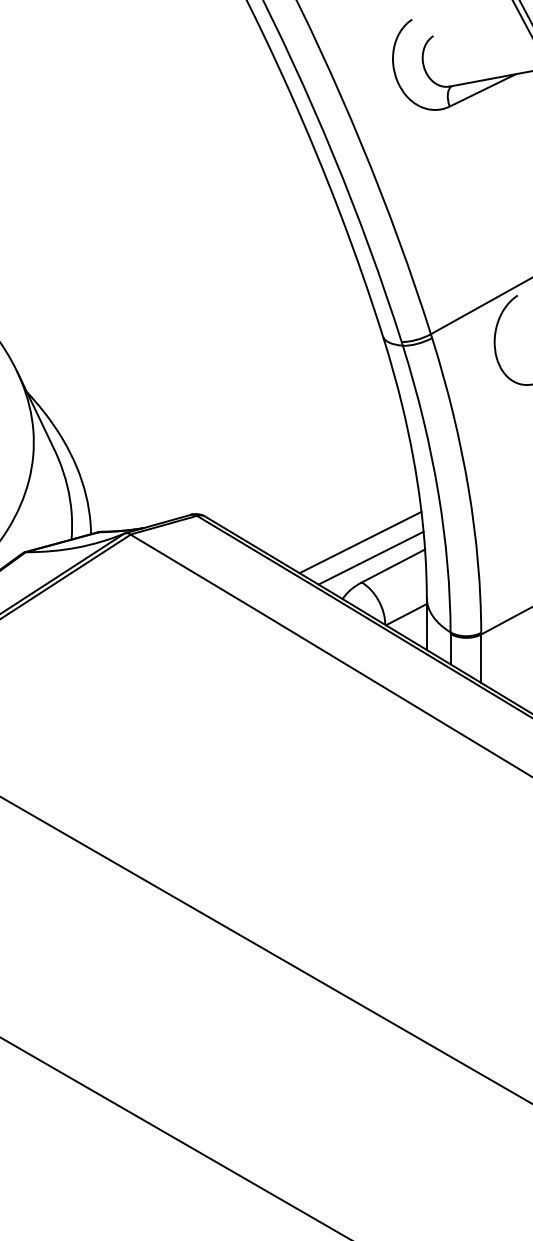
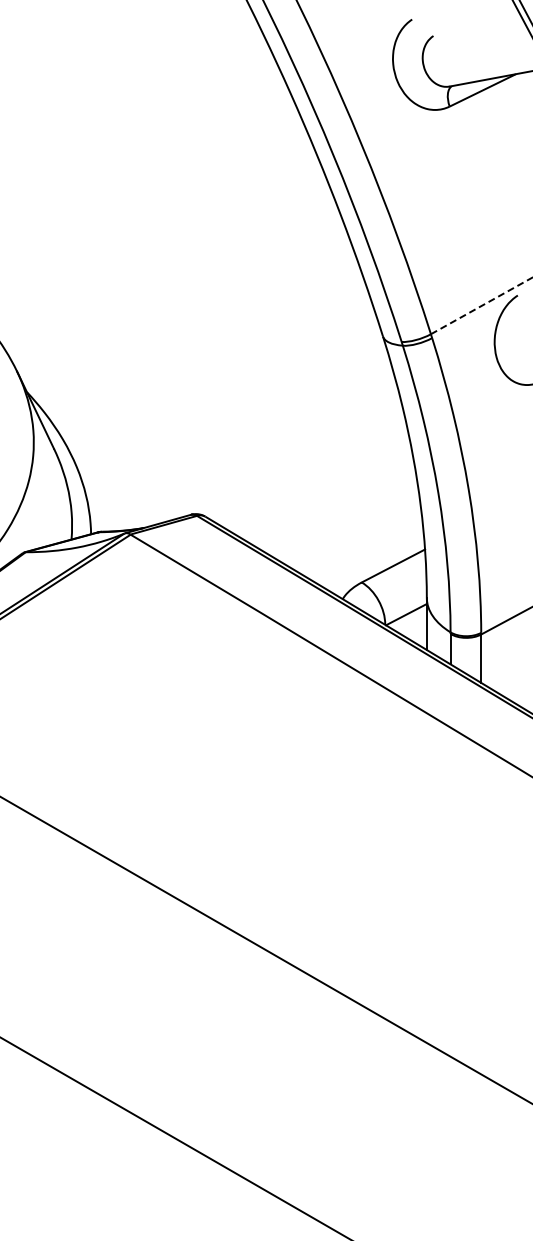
line at (482, 305): solid -> dashed
line at (360, 542): present -> none
line at (370, 557): present -> none
